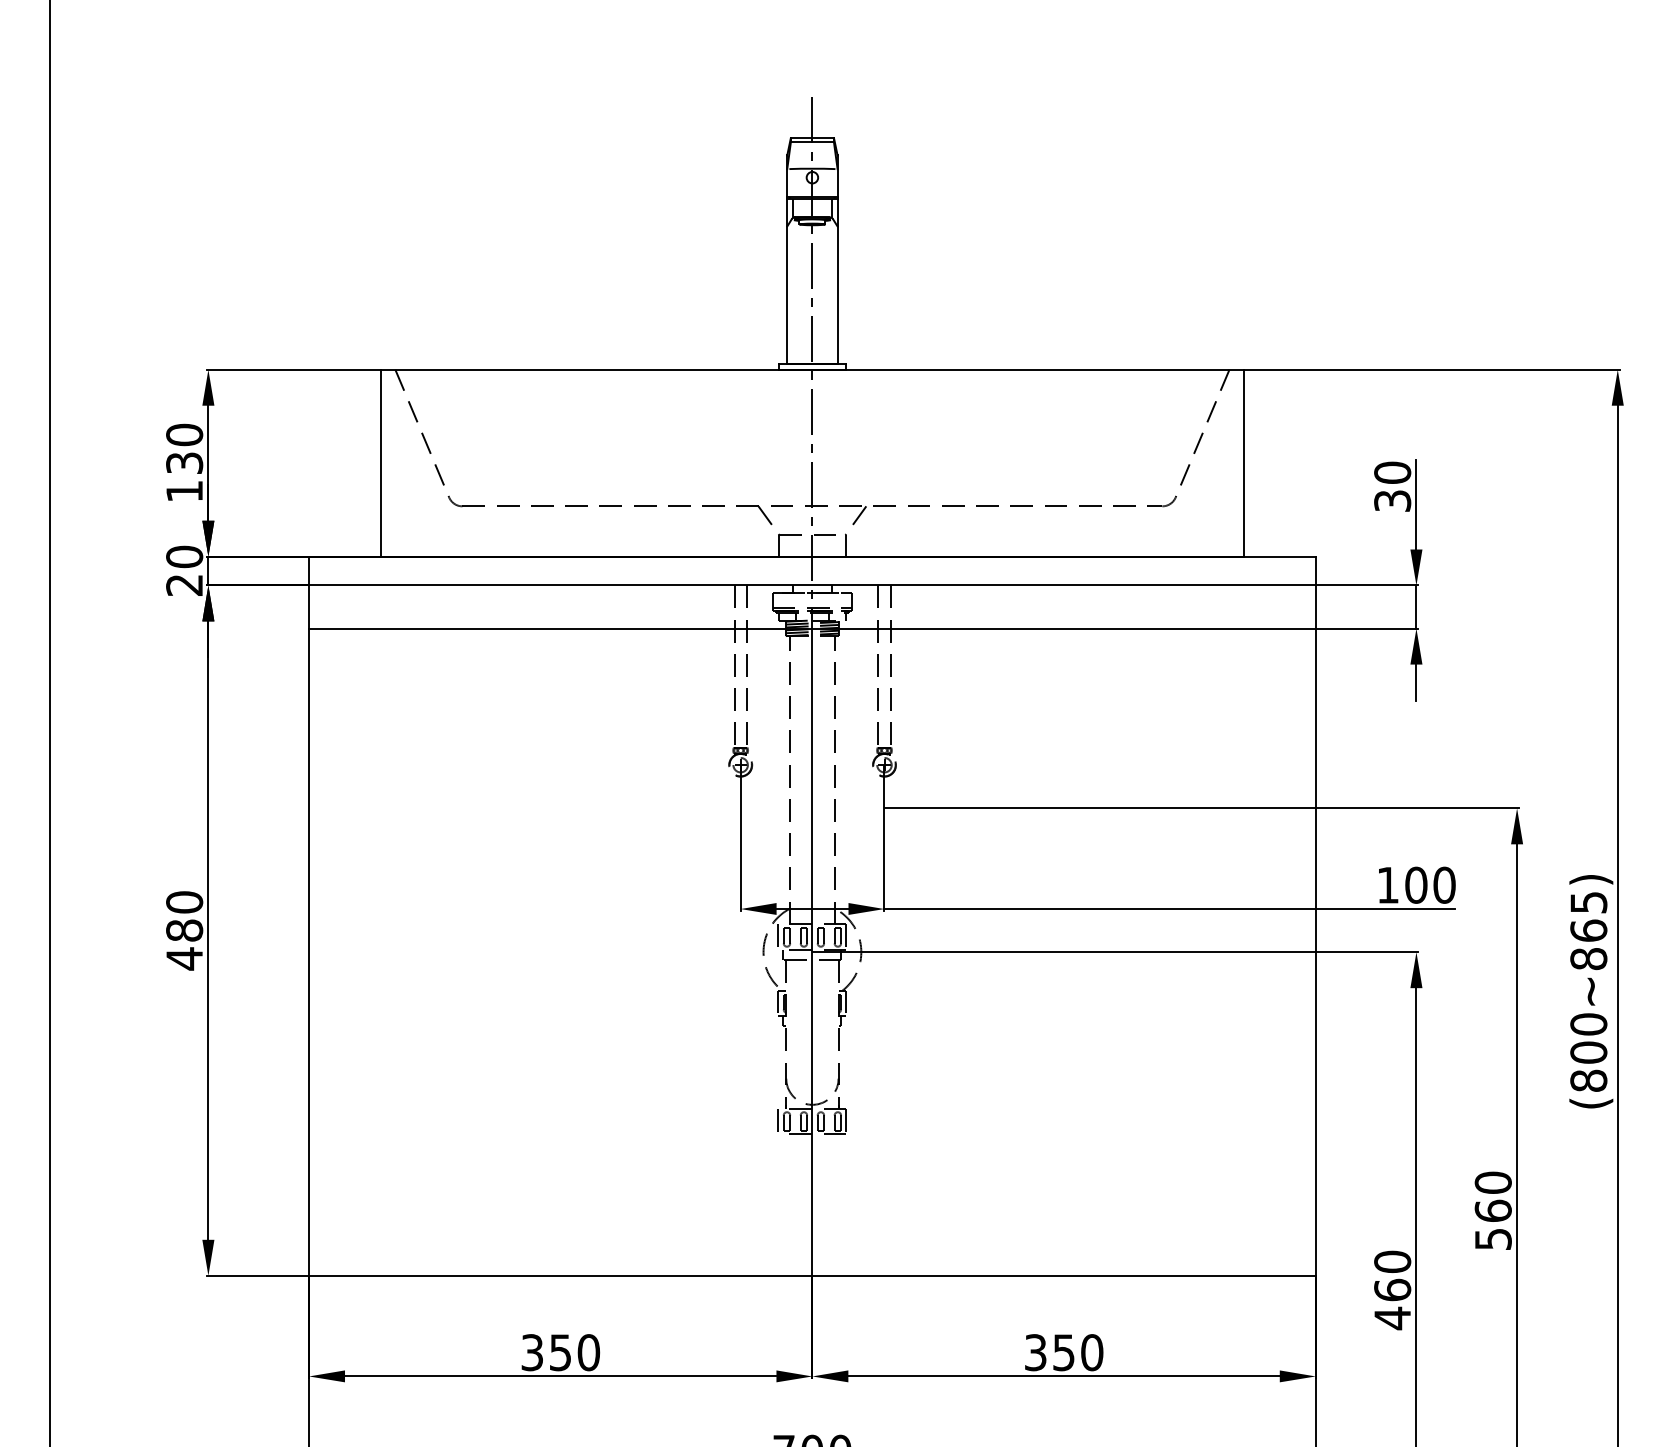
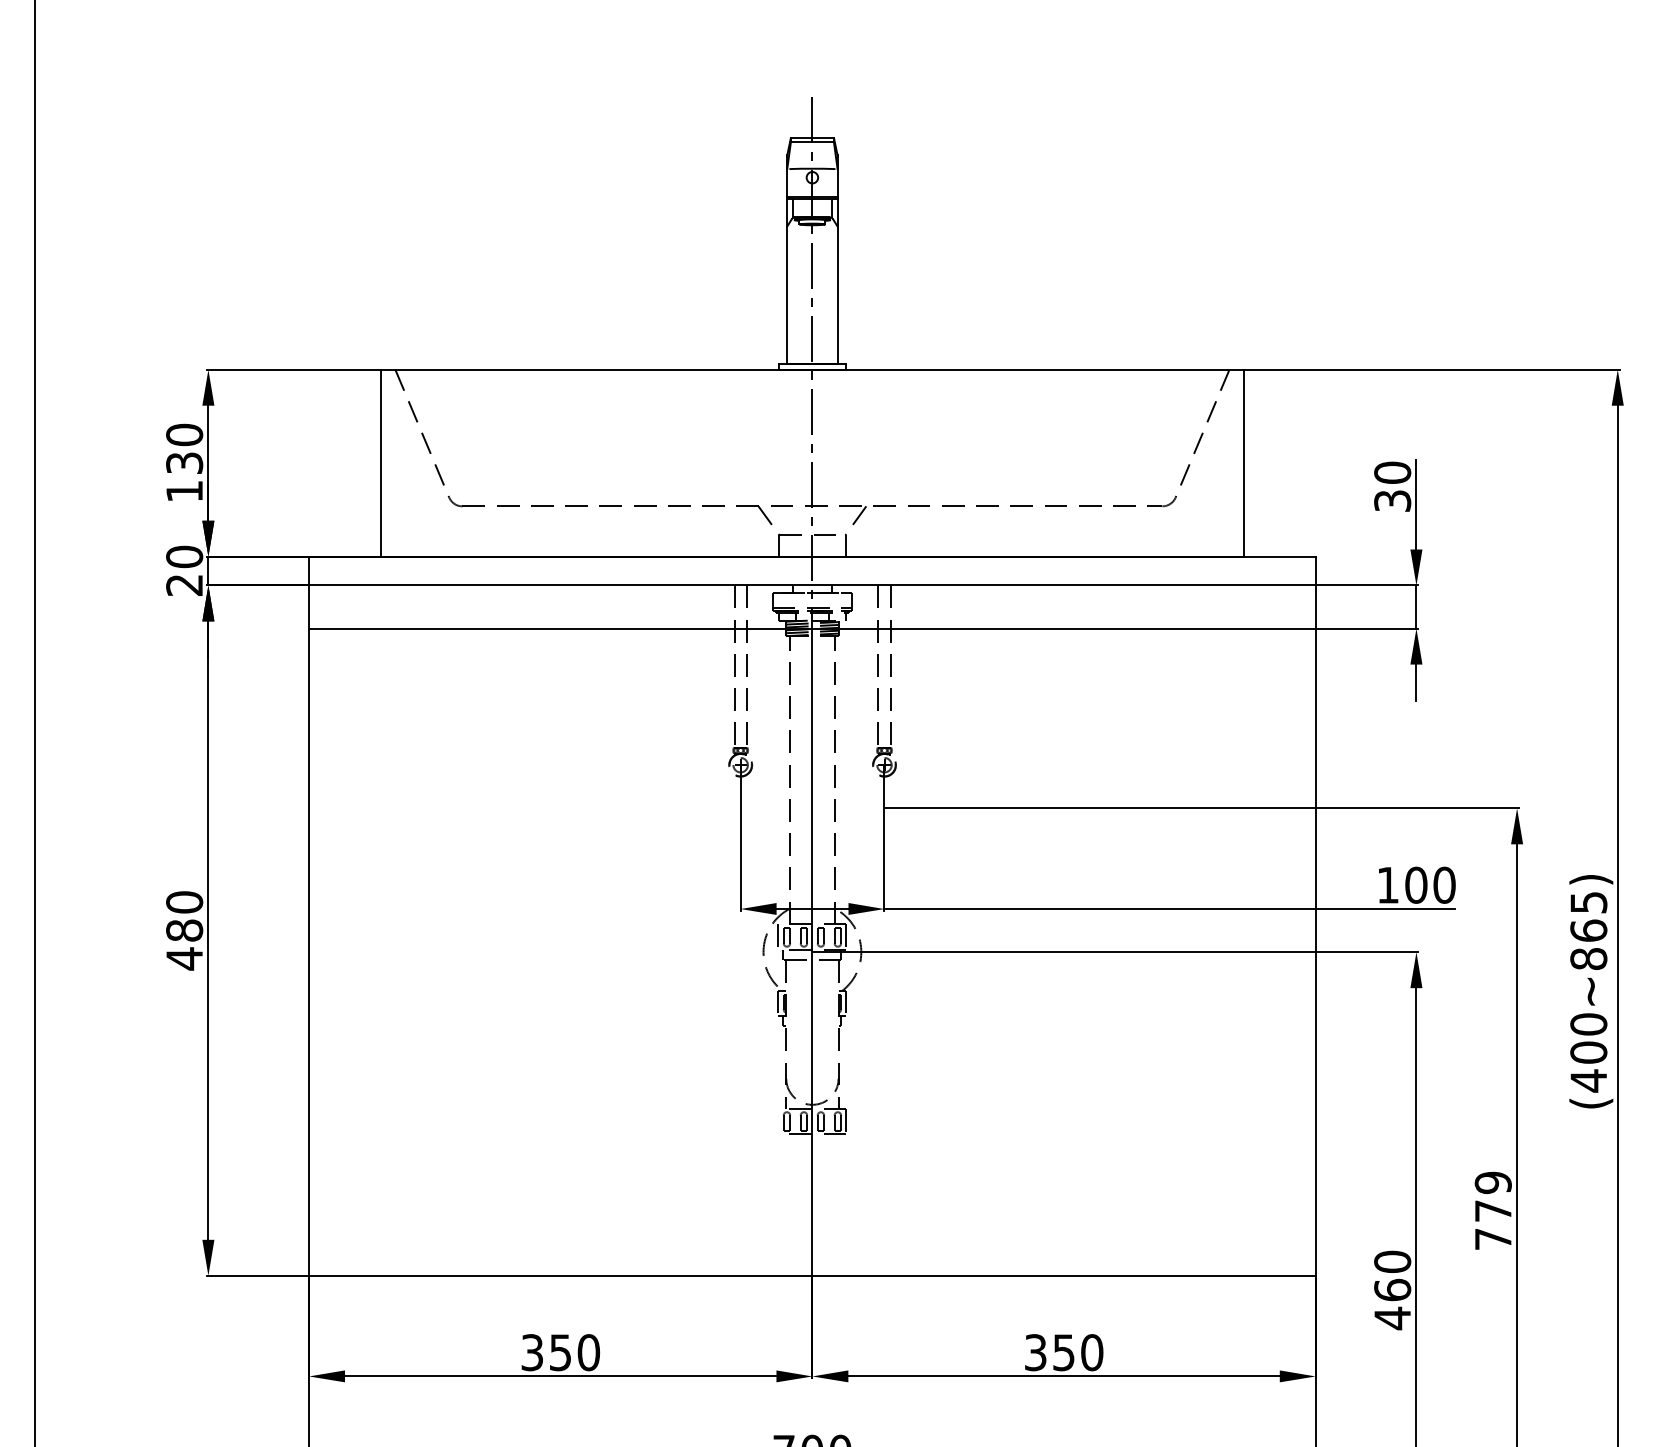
line at (50, 722) position: (50, 722) -> (35, 722)
text at (1588, 1080): (800~865) -> (400~865)
line at (778, 1121): present -> none
text at (1492, 1210): 560 -> 779
